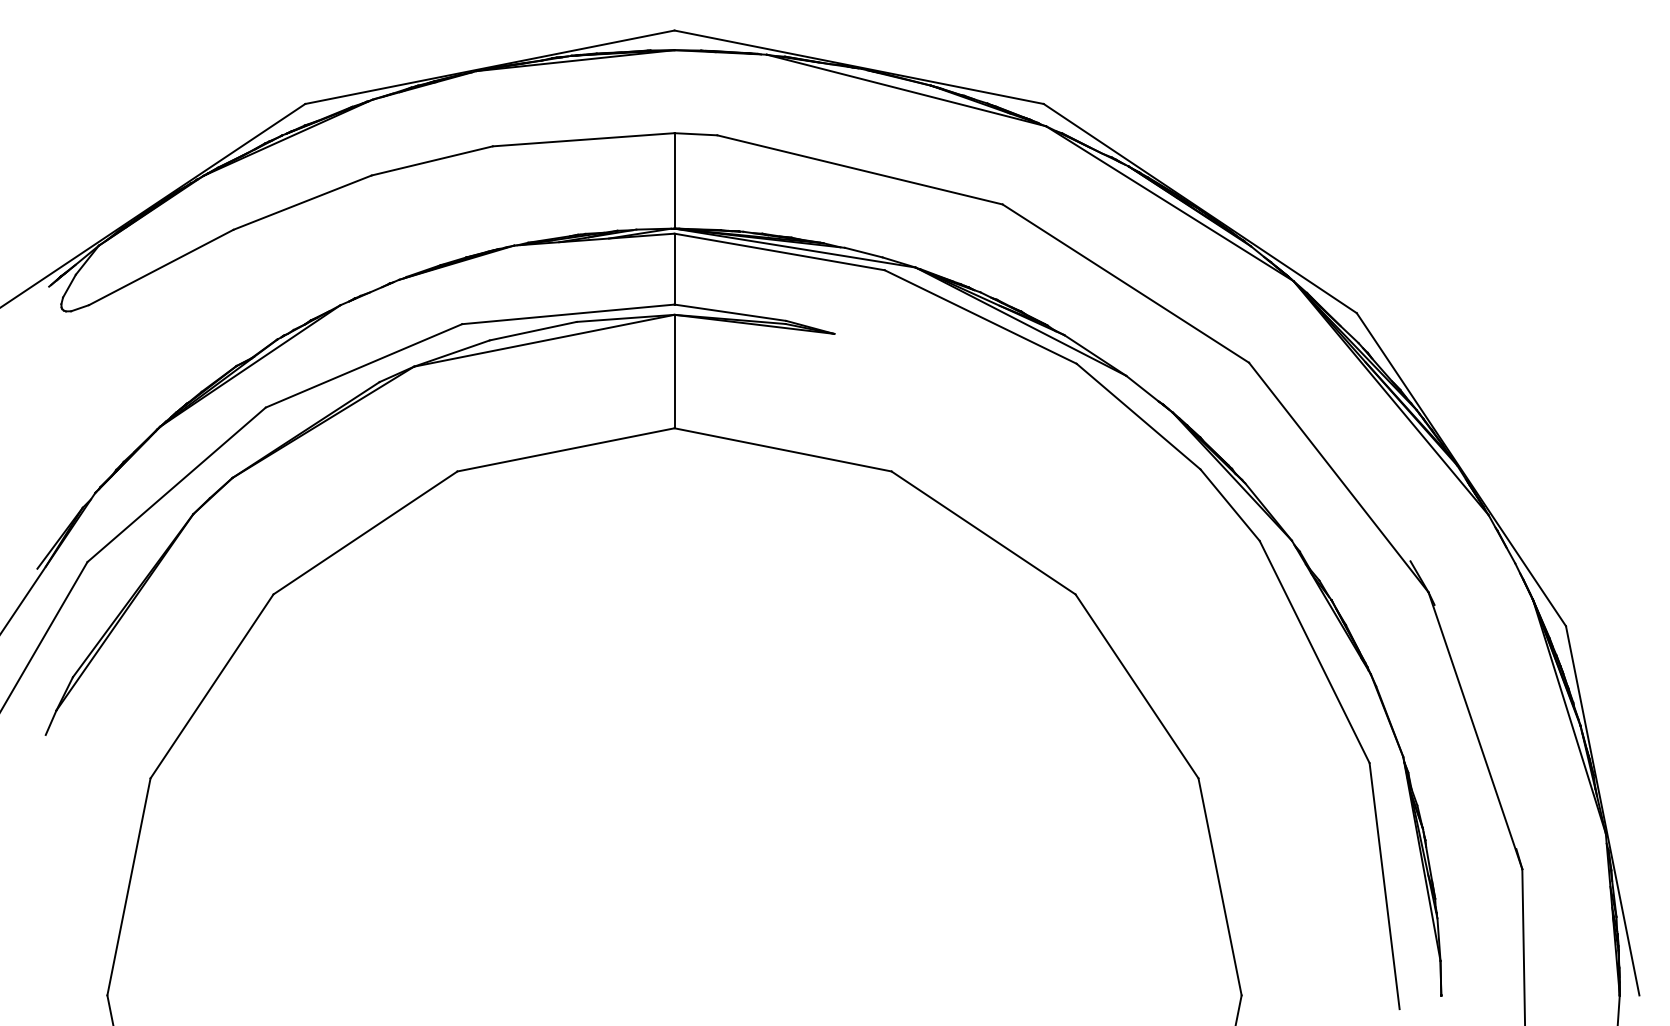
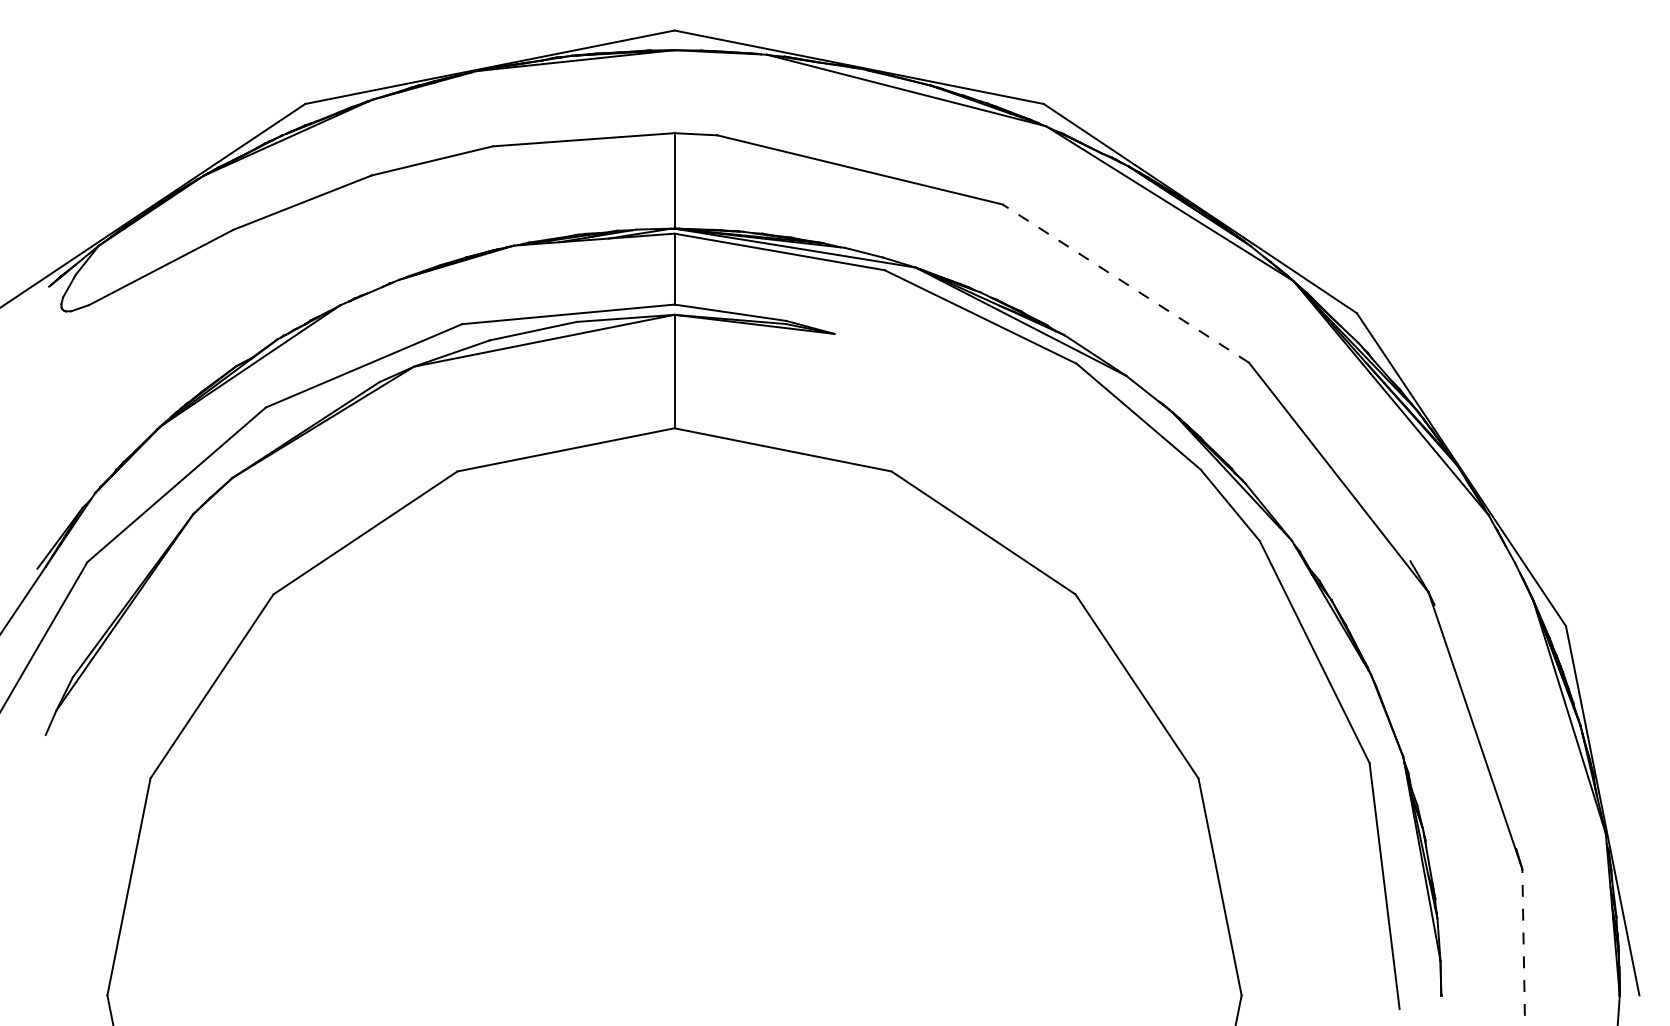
line at (1125, 283): solid -> dashed
line at (1523, 947): solid -> dashed
